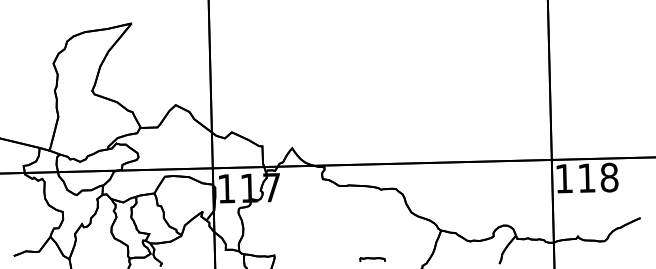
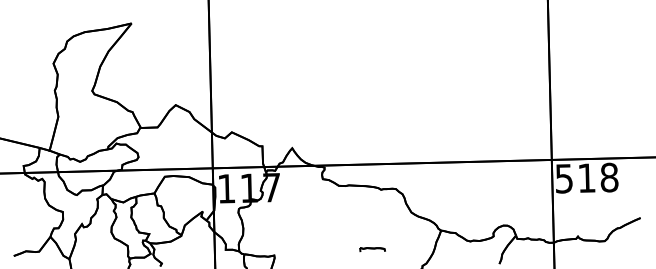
text at (564, 178): 118 -> 518
line at (372, 259) position: (372, 259) -> (372, 249)
